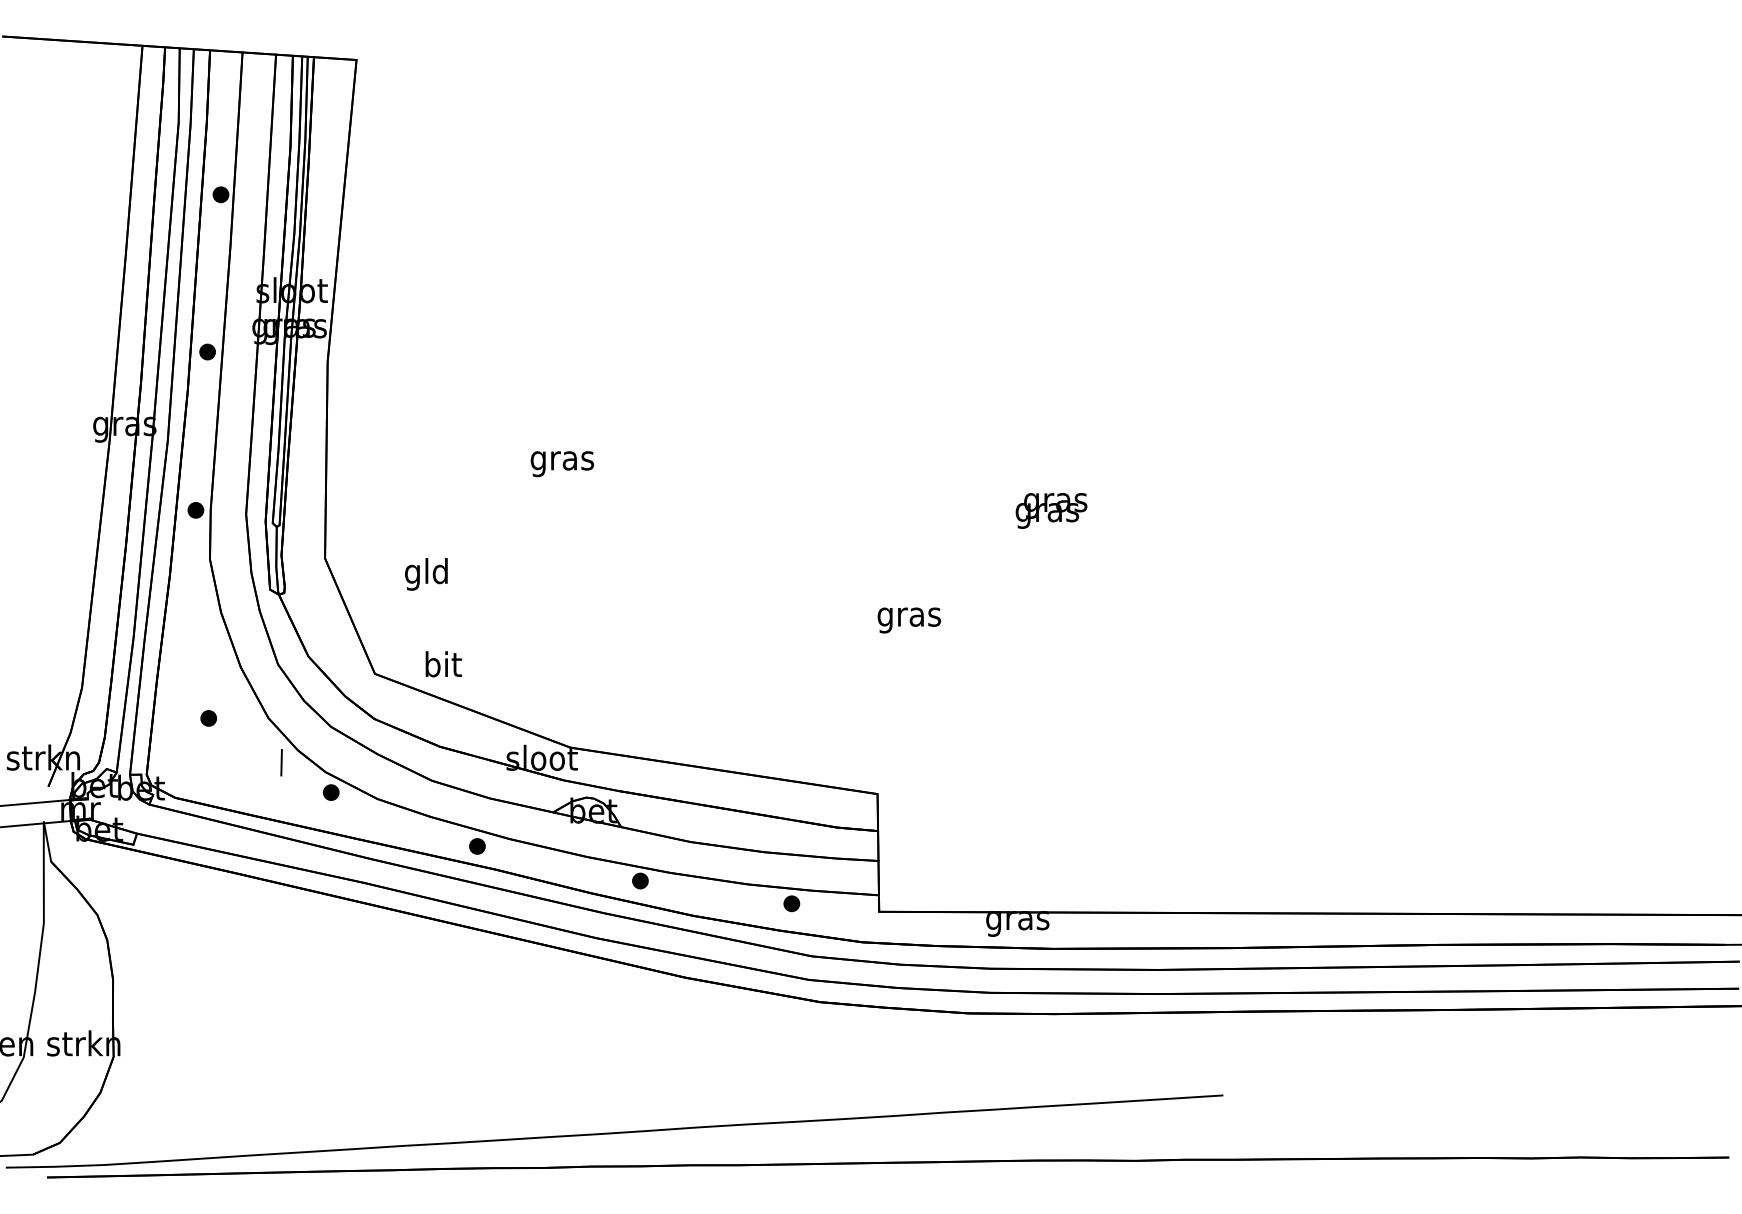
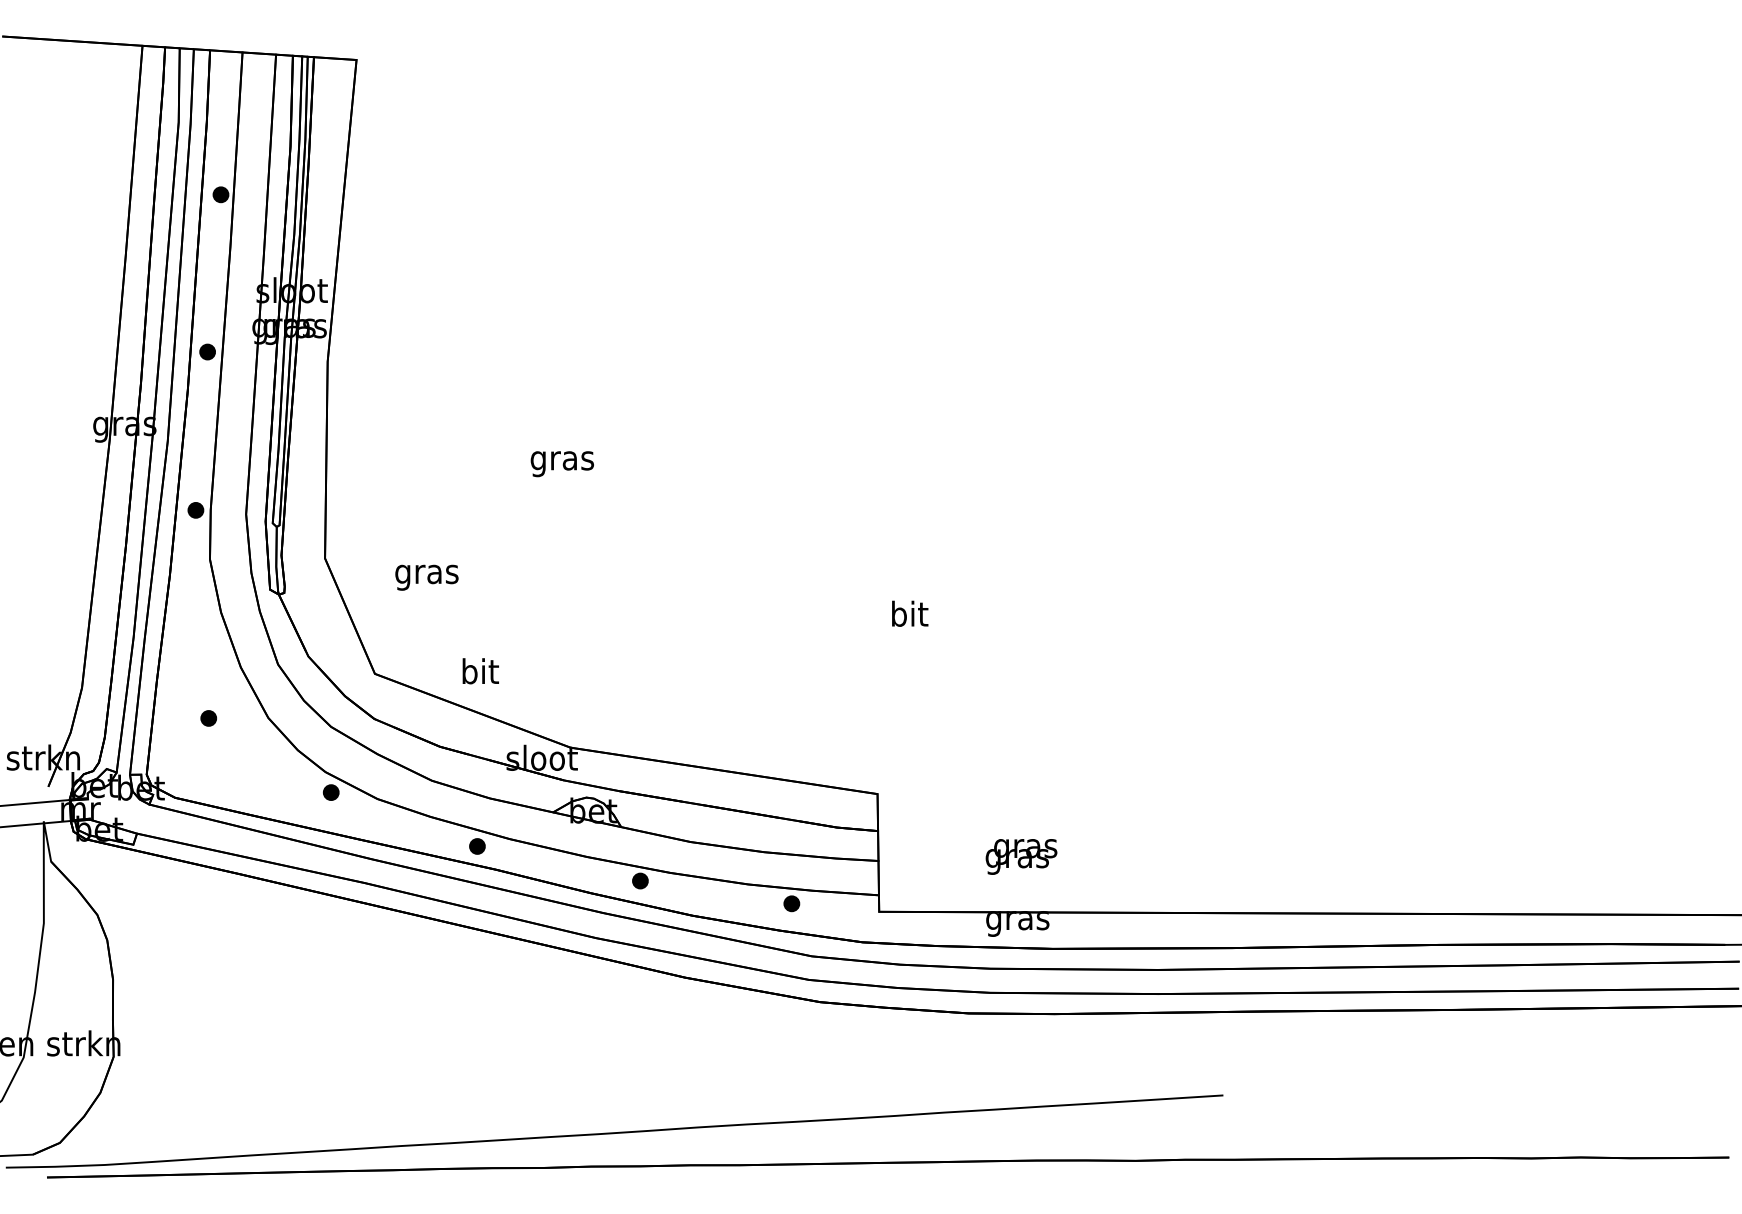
text at (1051, 510) position: (1051, 510) -> (1021, 856)
text at (426, 574): gld -> gras
text at (908, 616): gras -> bit
text at (443, 664) position: (443, 664) -> (480, 671)
line at (281, 762): present -> none
